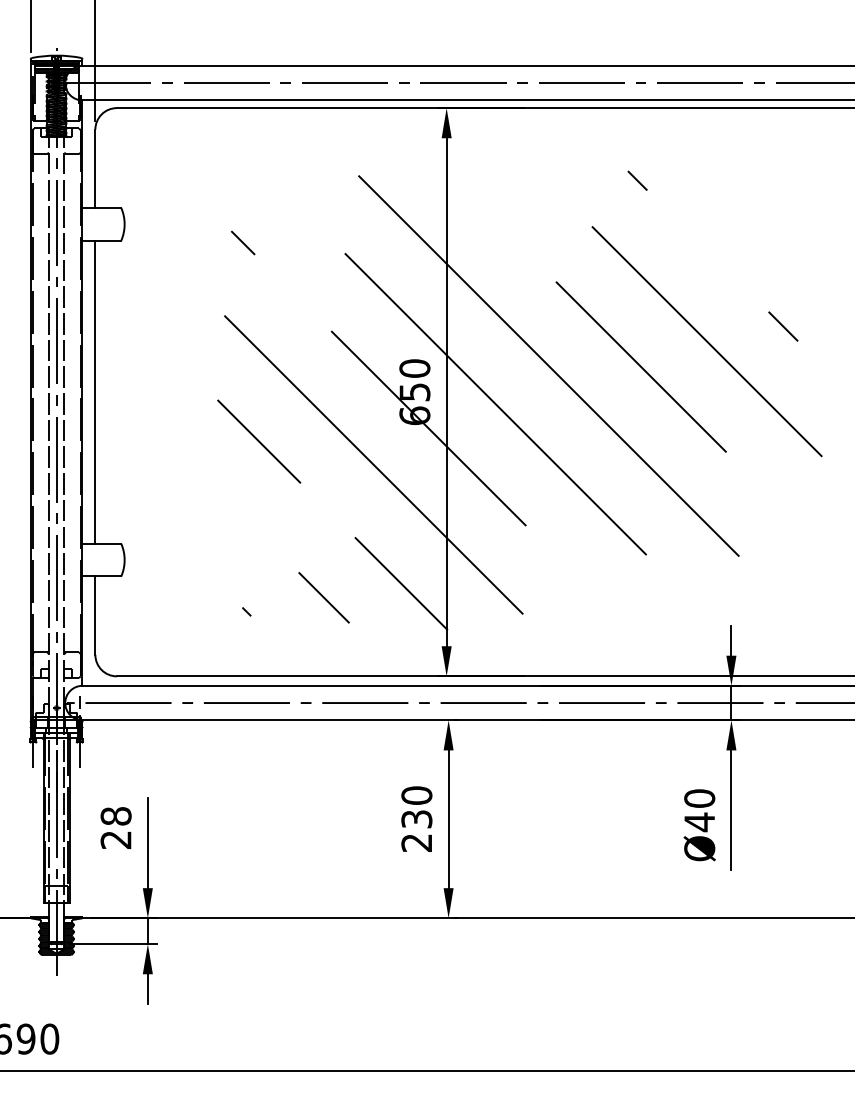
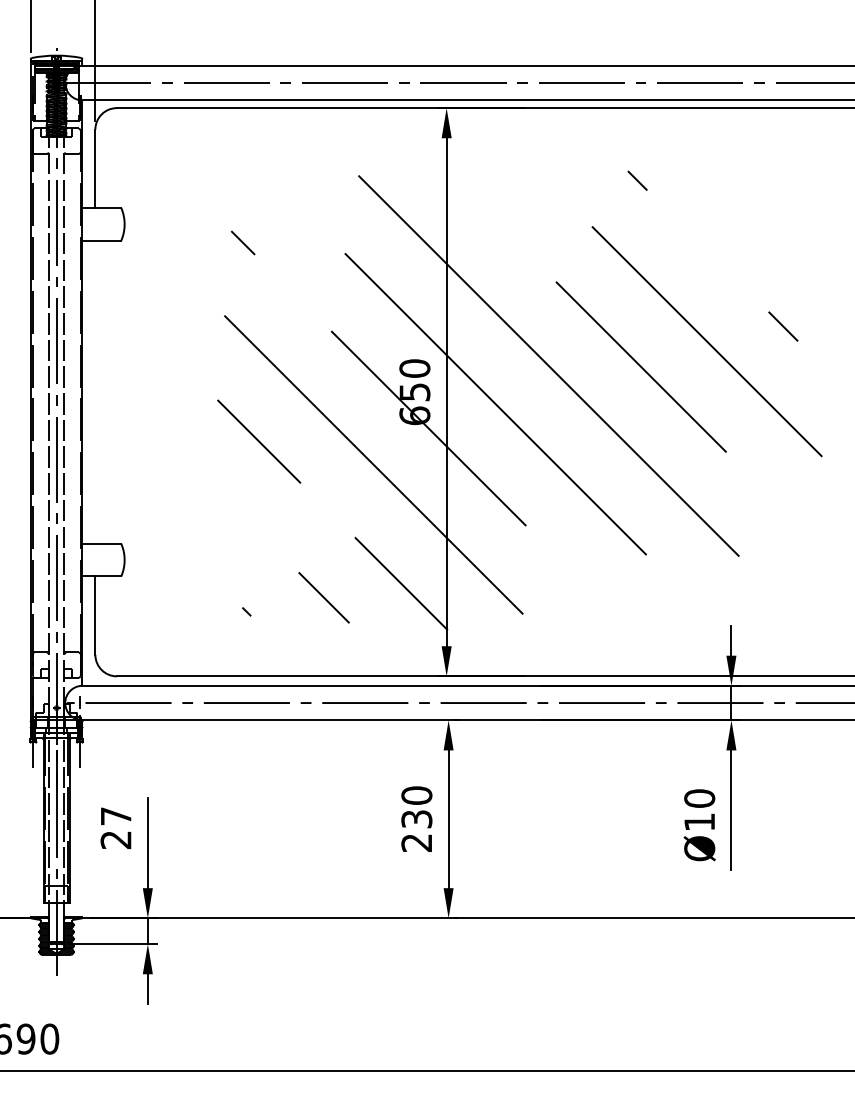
line at (95, 391): present -> none
text at (115, 816): 28 -> 27
text at (699, 822): Ø40 -> Ø10
